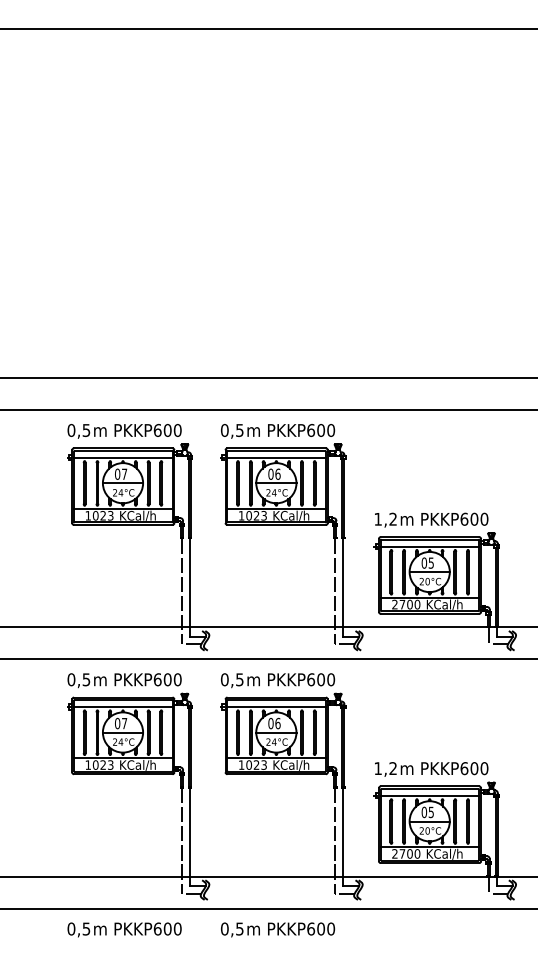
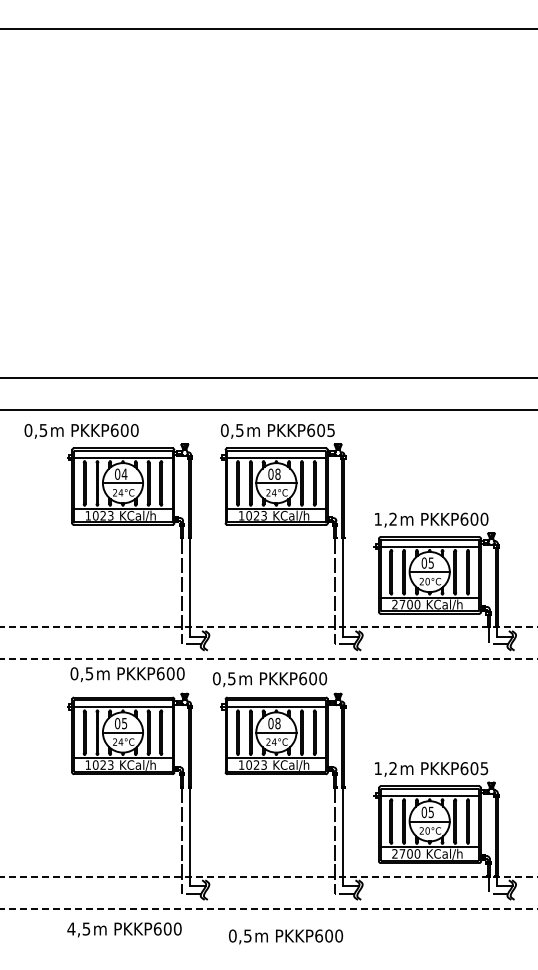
text at (331, 430): PKKP600 -> PKKP605
text at (124, 431) position: (124, 431) -> (81, 431)
text at (124, 473): 07 -> 04
text at (277, 473): 06 -> 08
line at (269, 627): solid -> dashed
line at (269, 659): solid -> dashed
text at (124, 680) position: (124, 680) -> (127, 674)
text at (278, 680) position: (278, 680) -> (270, 679)
text at (124, 723): 07 -> 05
text at (277, 723): 06 -> 08
text at (484, 768): PKKP600 -> PKKP605
line at (269, 876): solid -> dashed
line at (269, 908): solid -> dashed
text at (71, 928): 0,5 -> 4,5
text at (278, 929) position: (278, 929) -> (286, 936)
